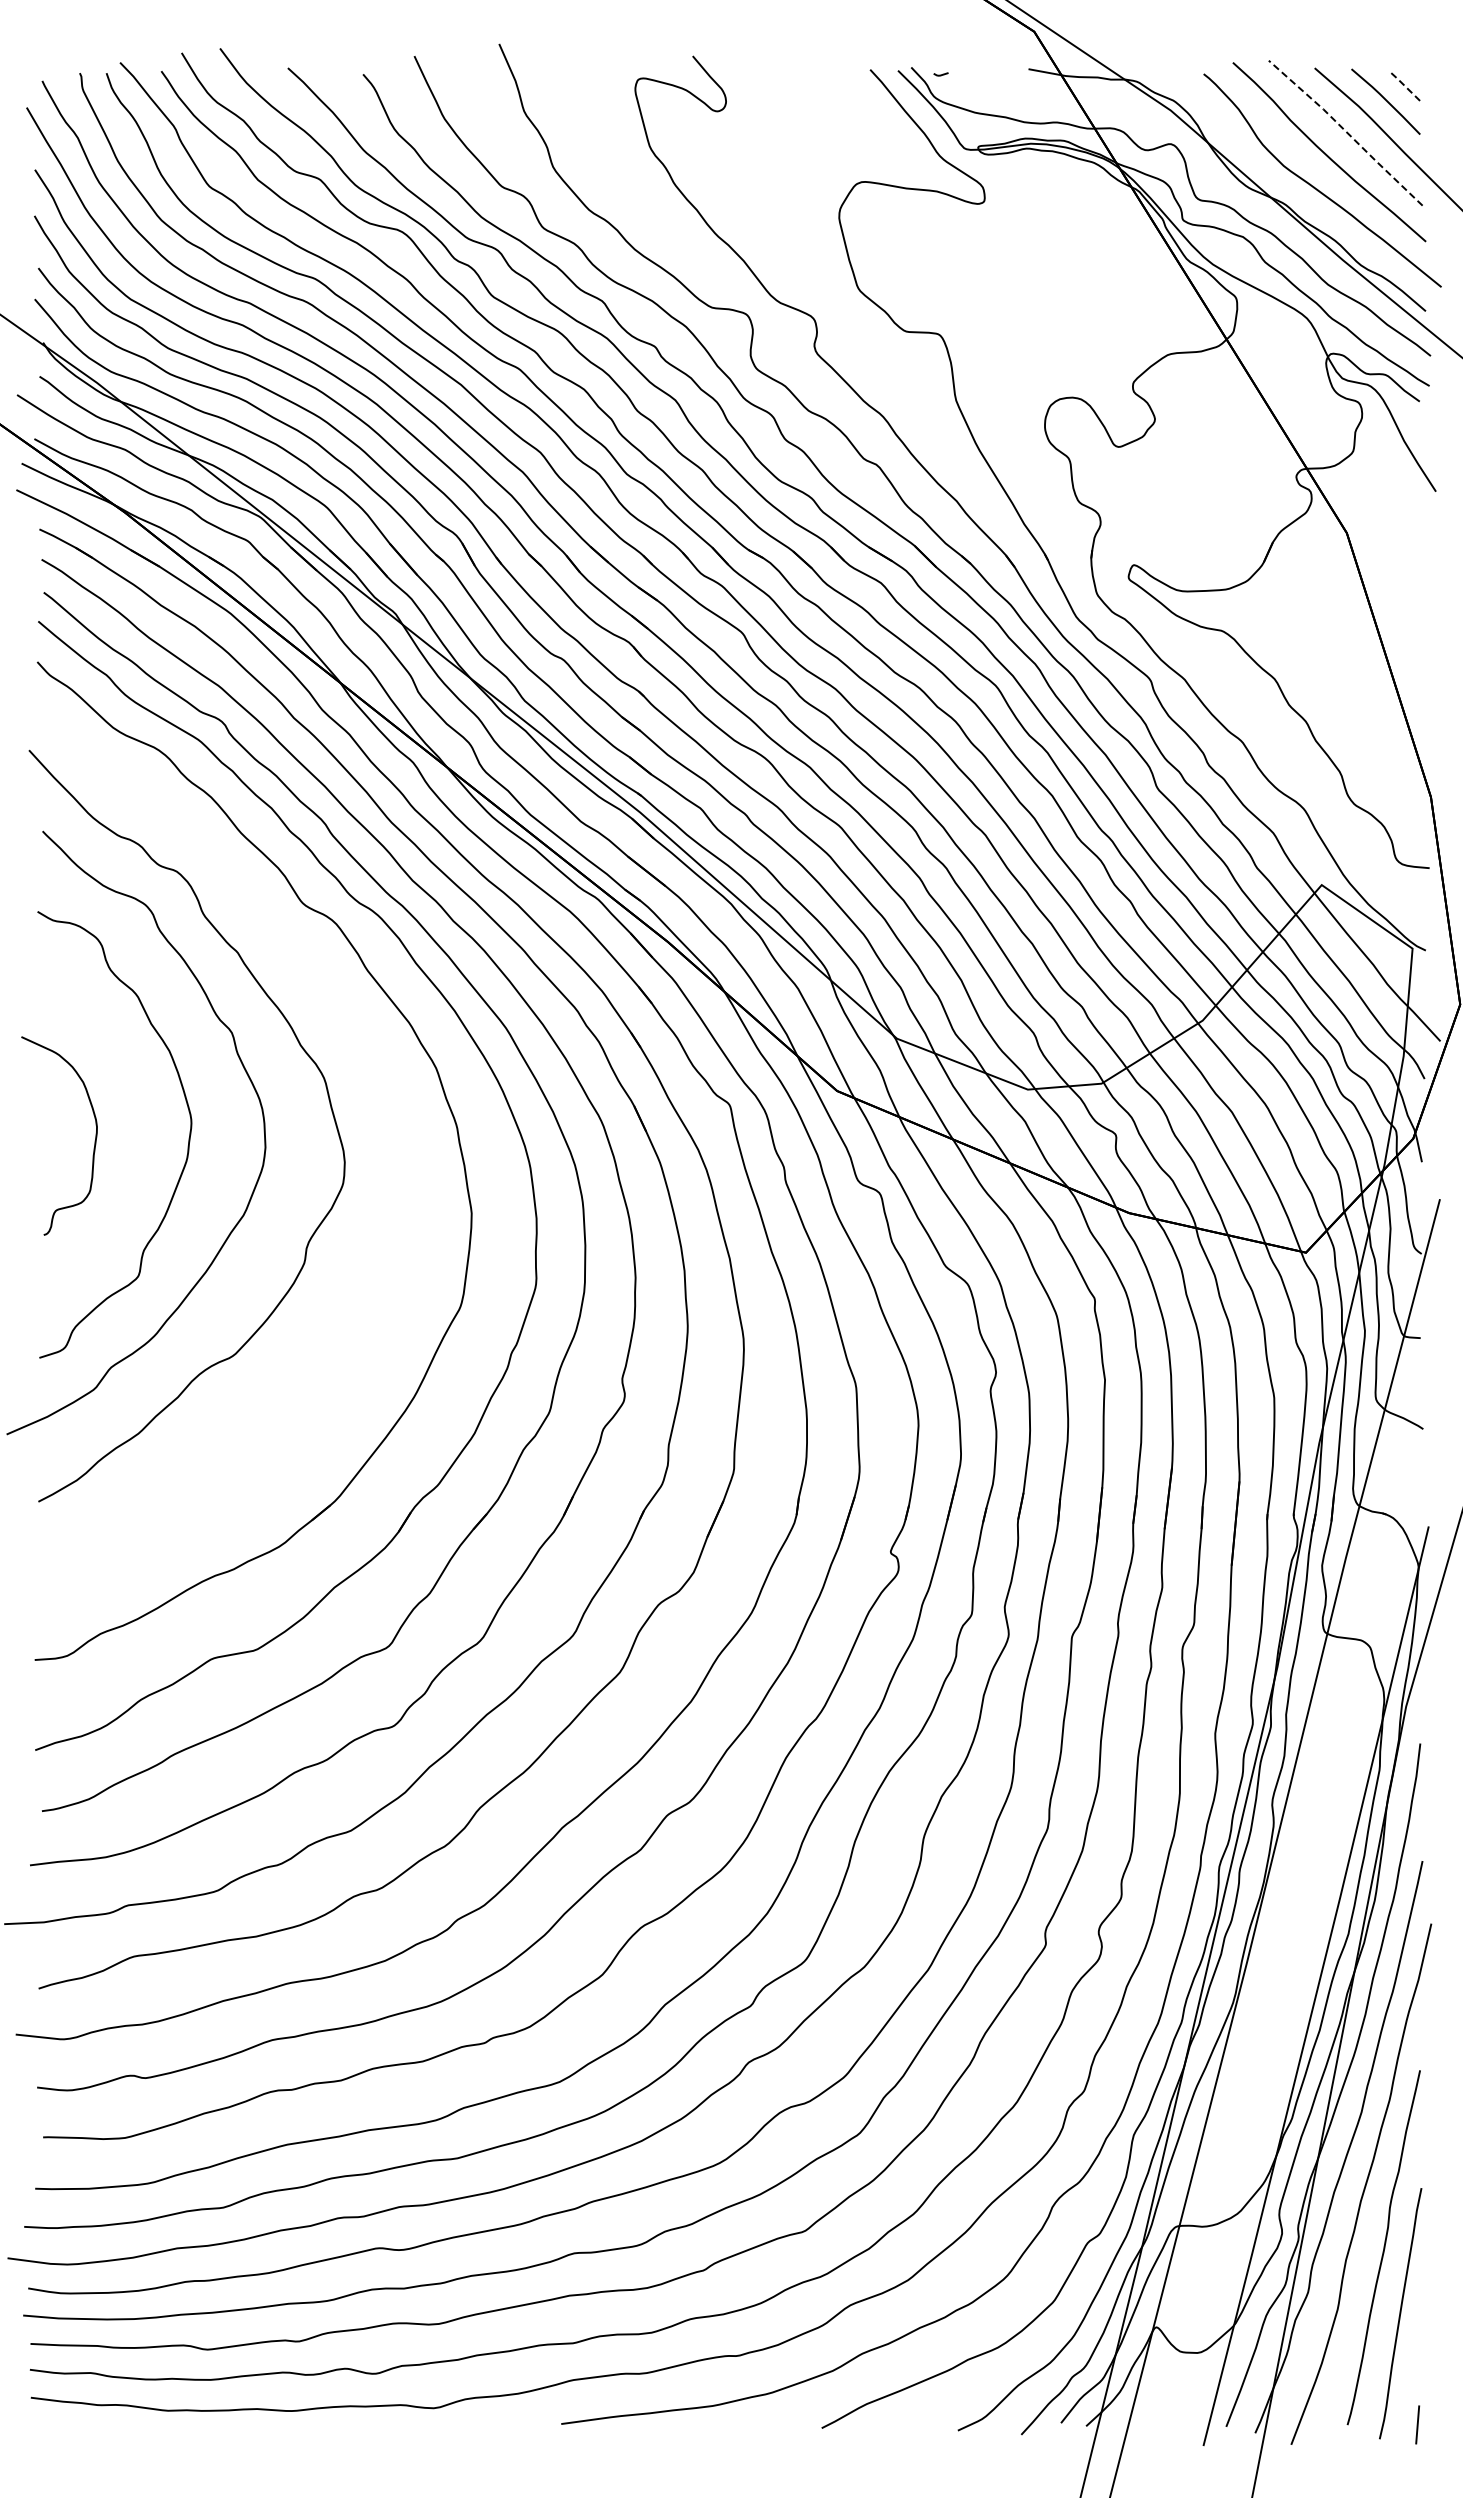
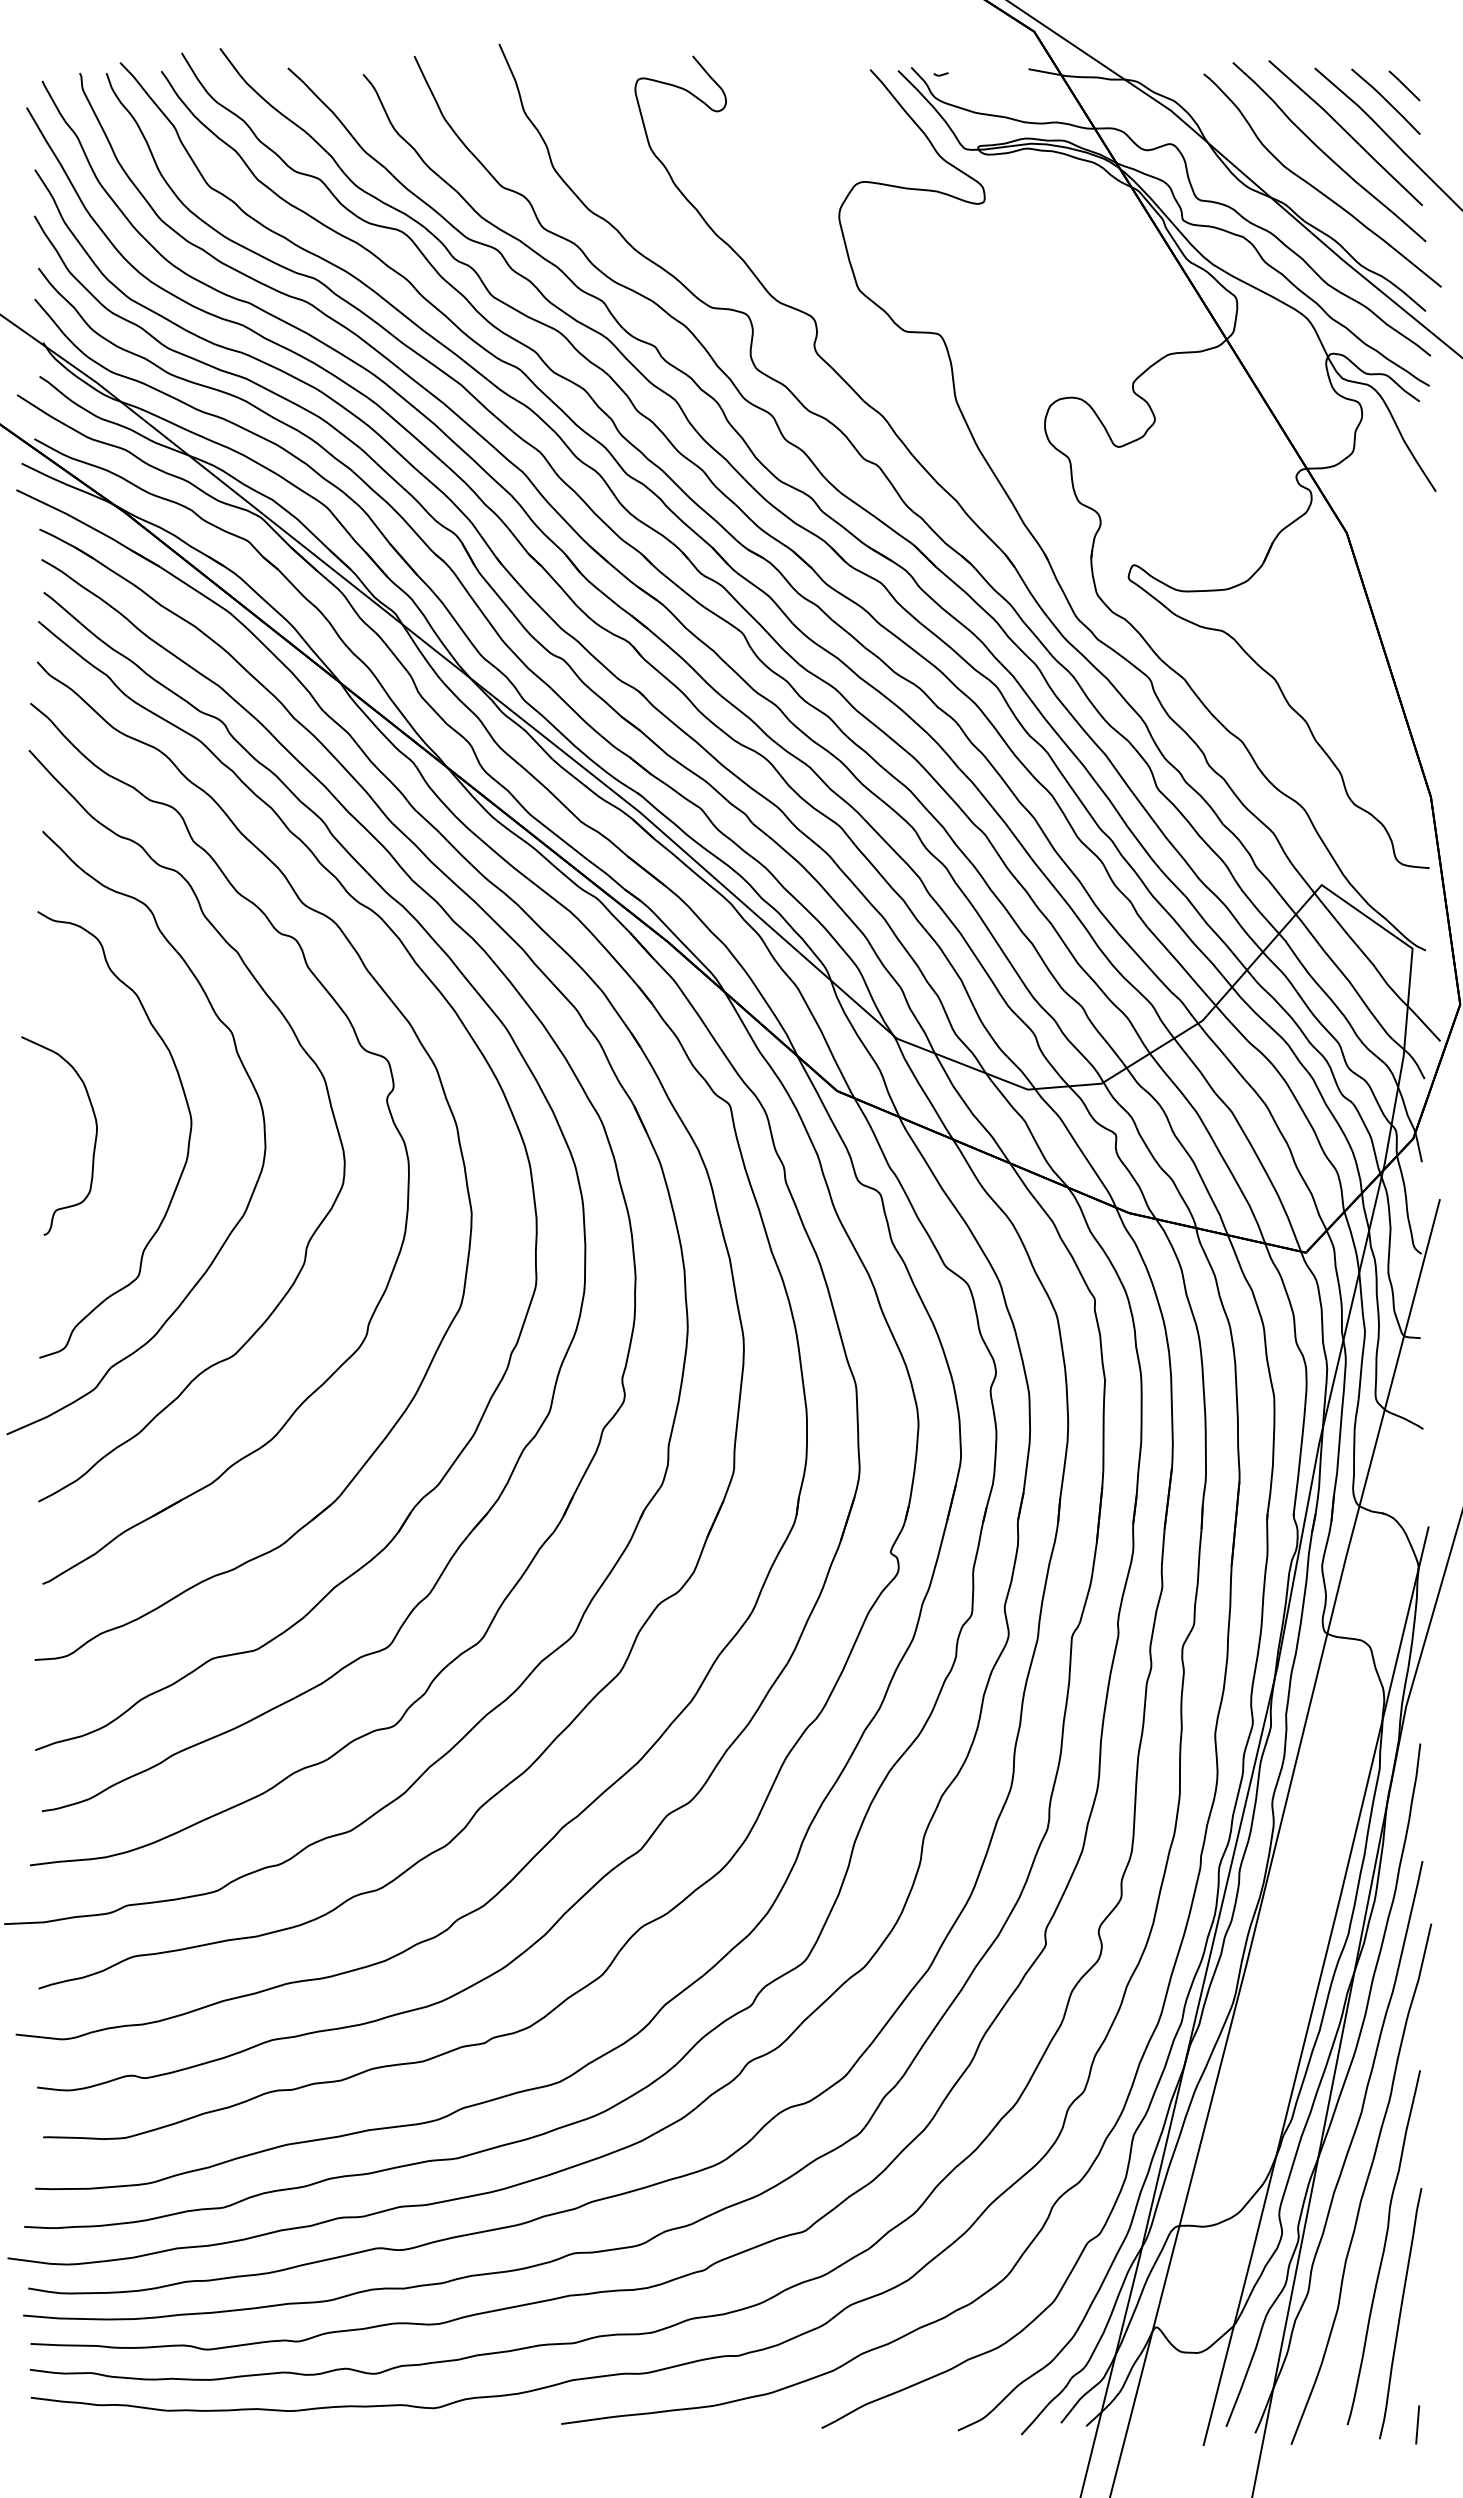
line at (1404, 85): dashed -> solid
line at (1346, 131): dashed -> solid
part at (359, 1045): none -> present
